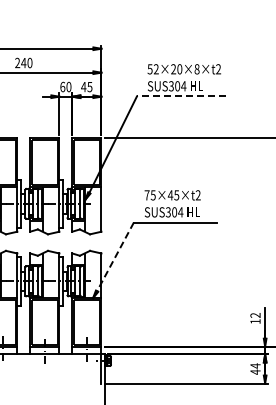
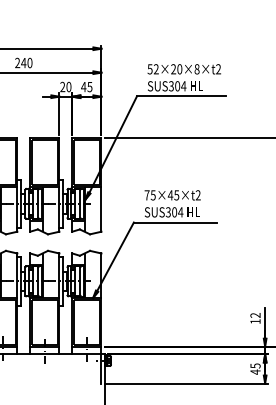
text at (62, 86): 60 -> 20
line at (181, 96): dashed -> solid
line at (115, 256): dashed -> solid
text at (255, 365): 44 -> 45
